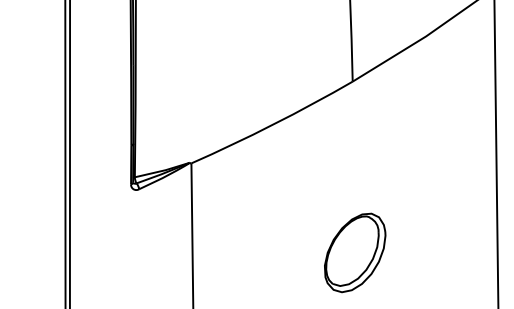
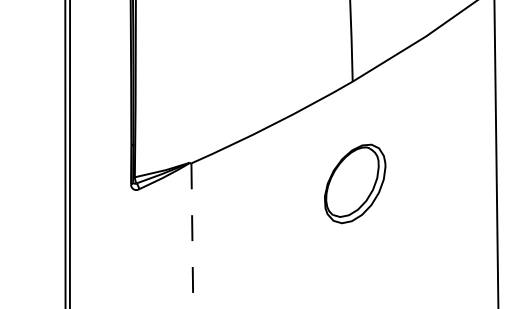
line at (192, 236): solid -> dashed
part at (355, 252) position: (355, 252) -> (355, 183)
